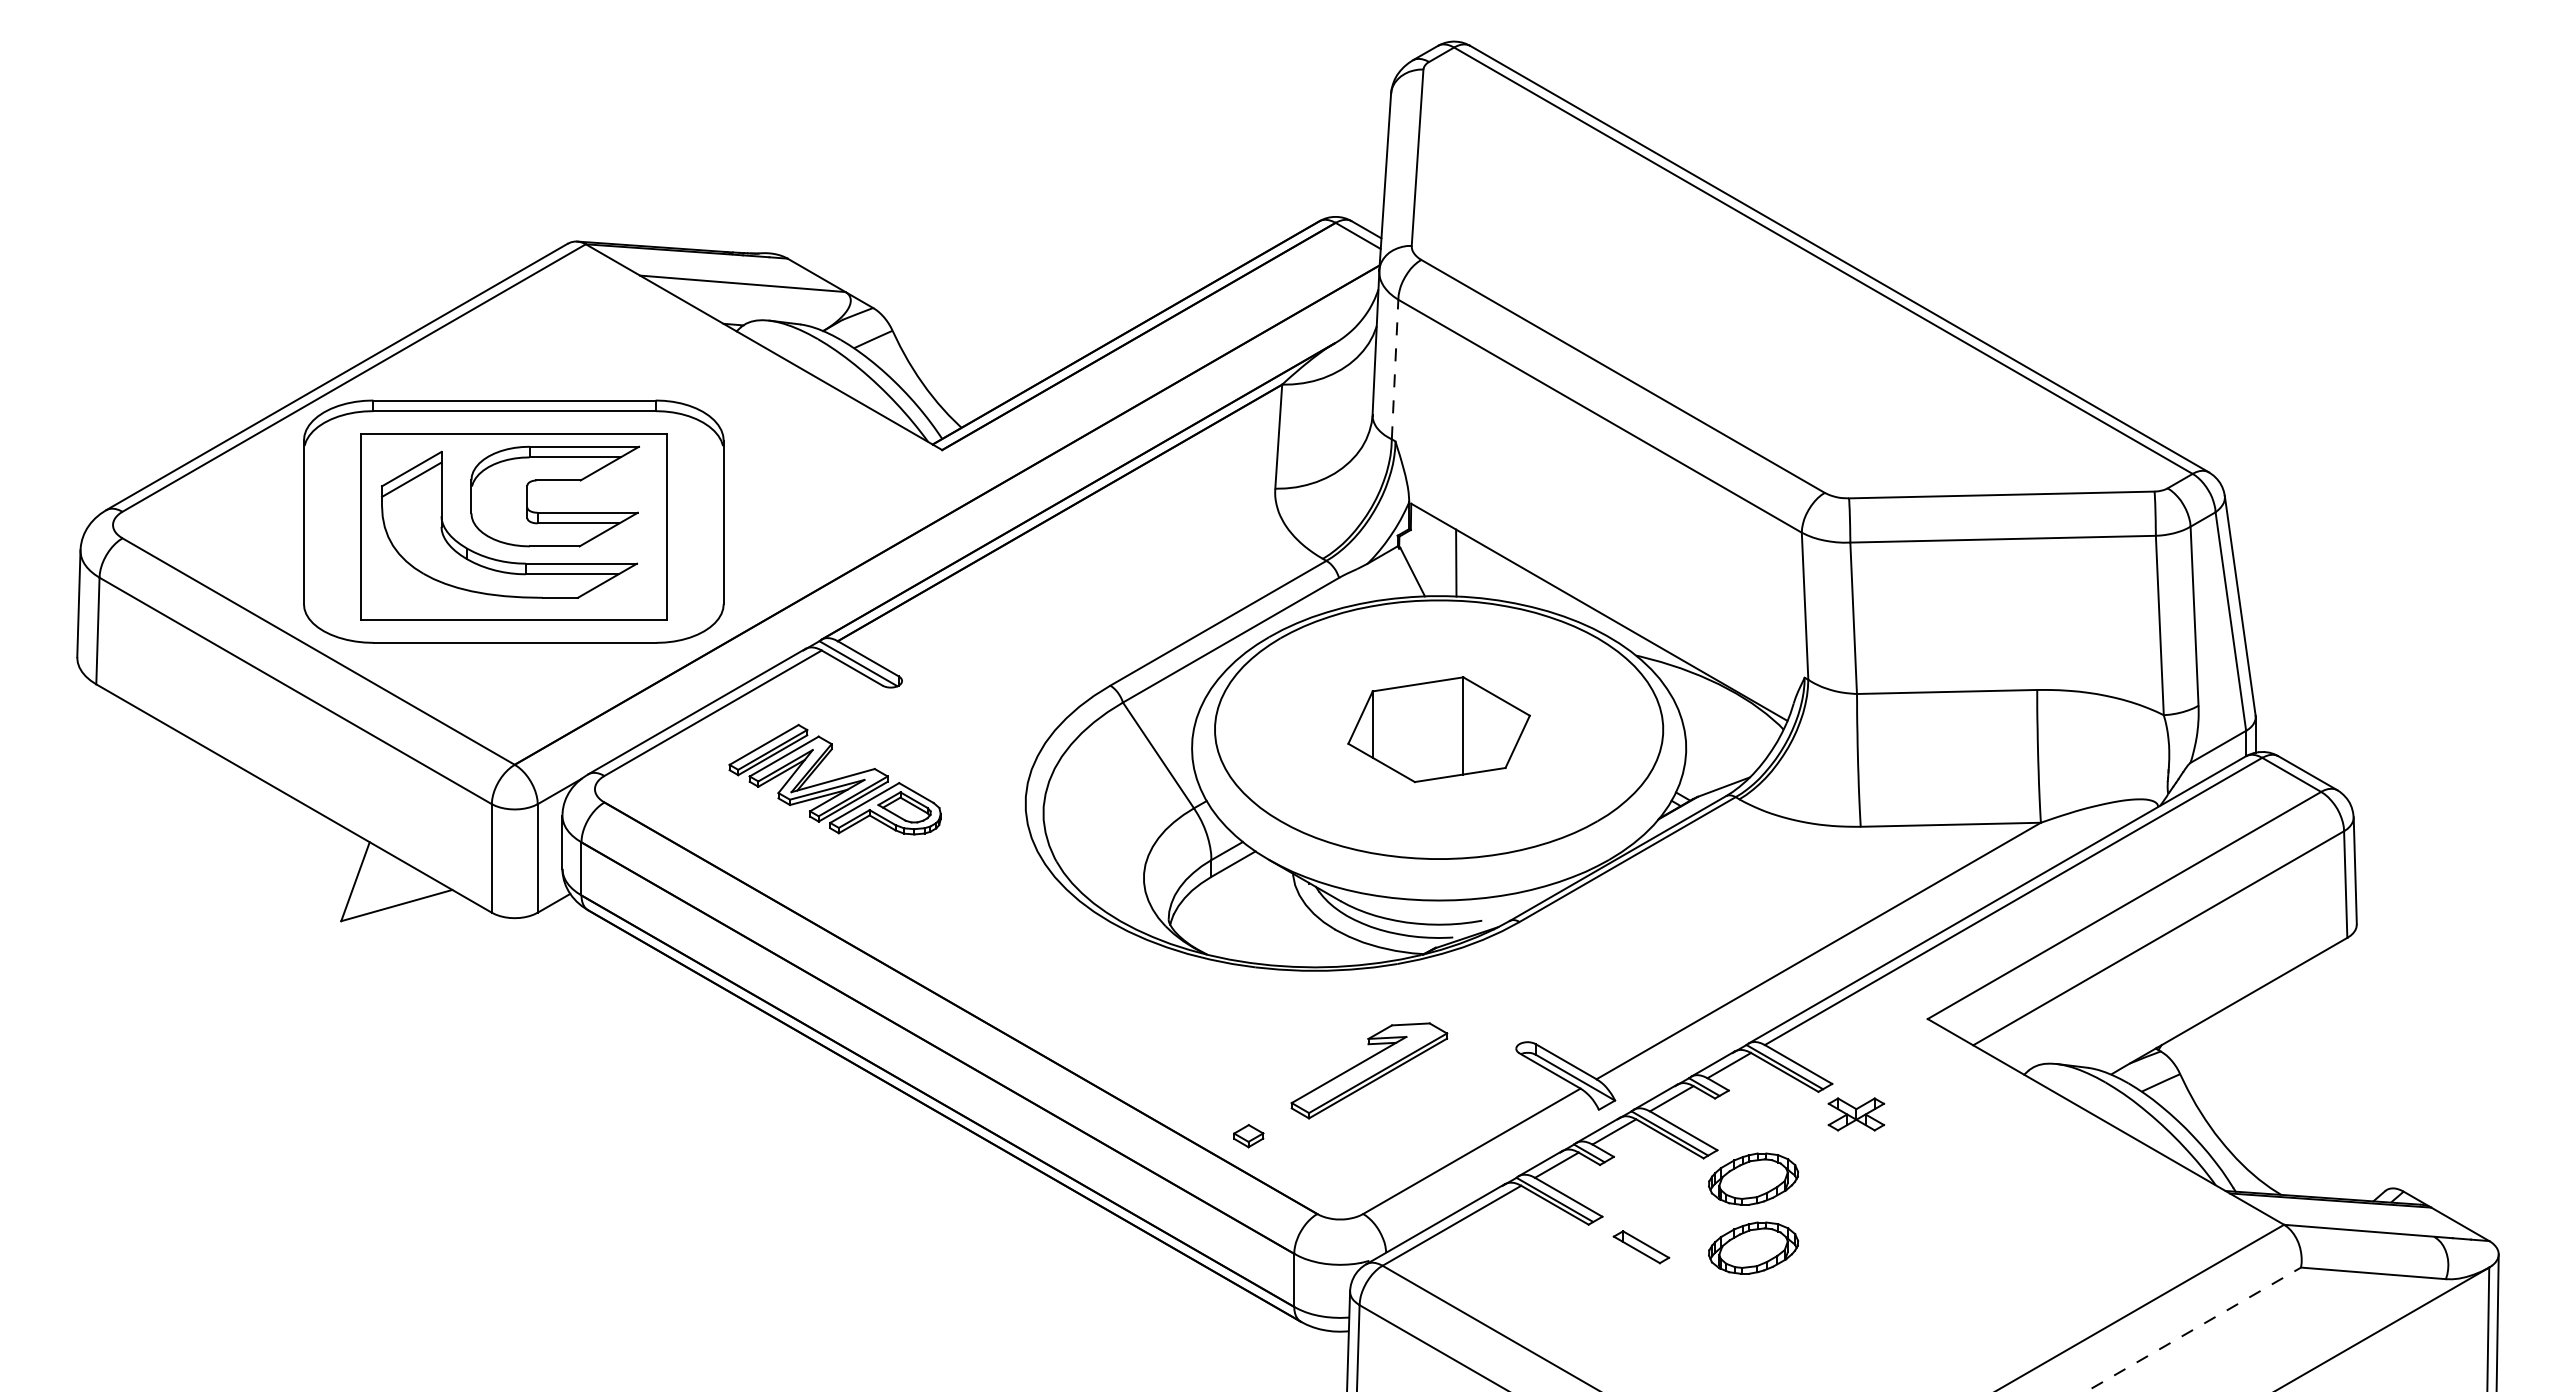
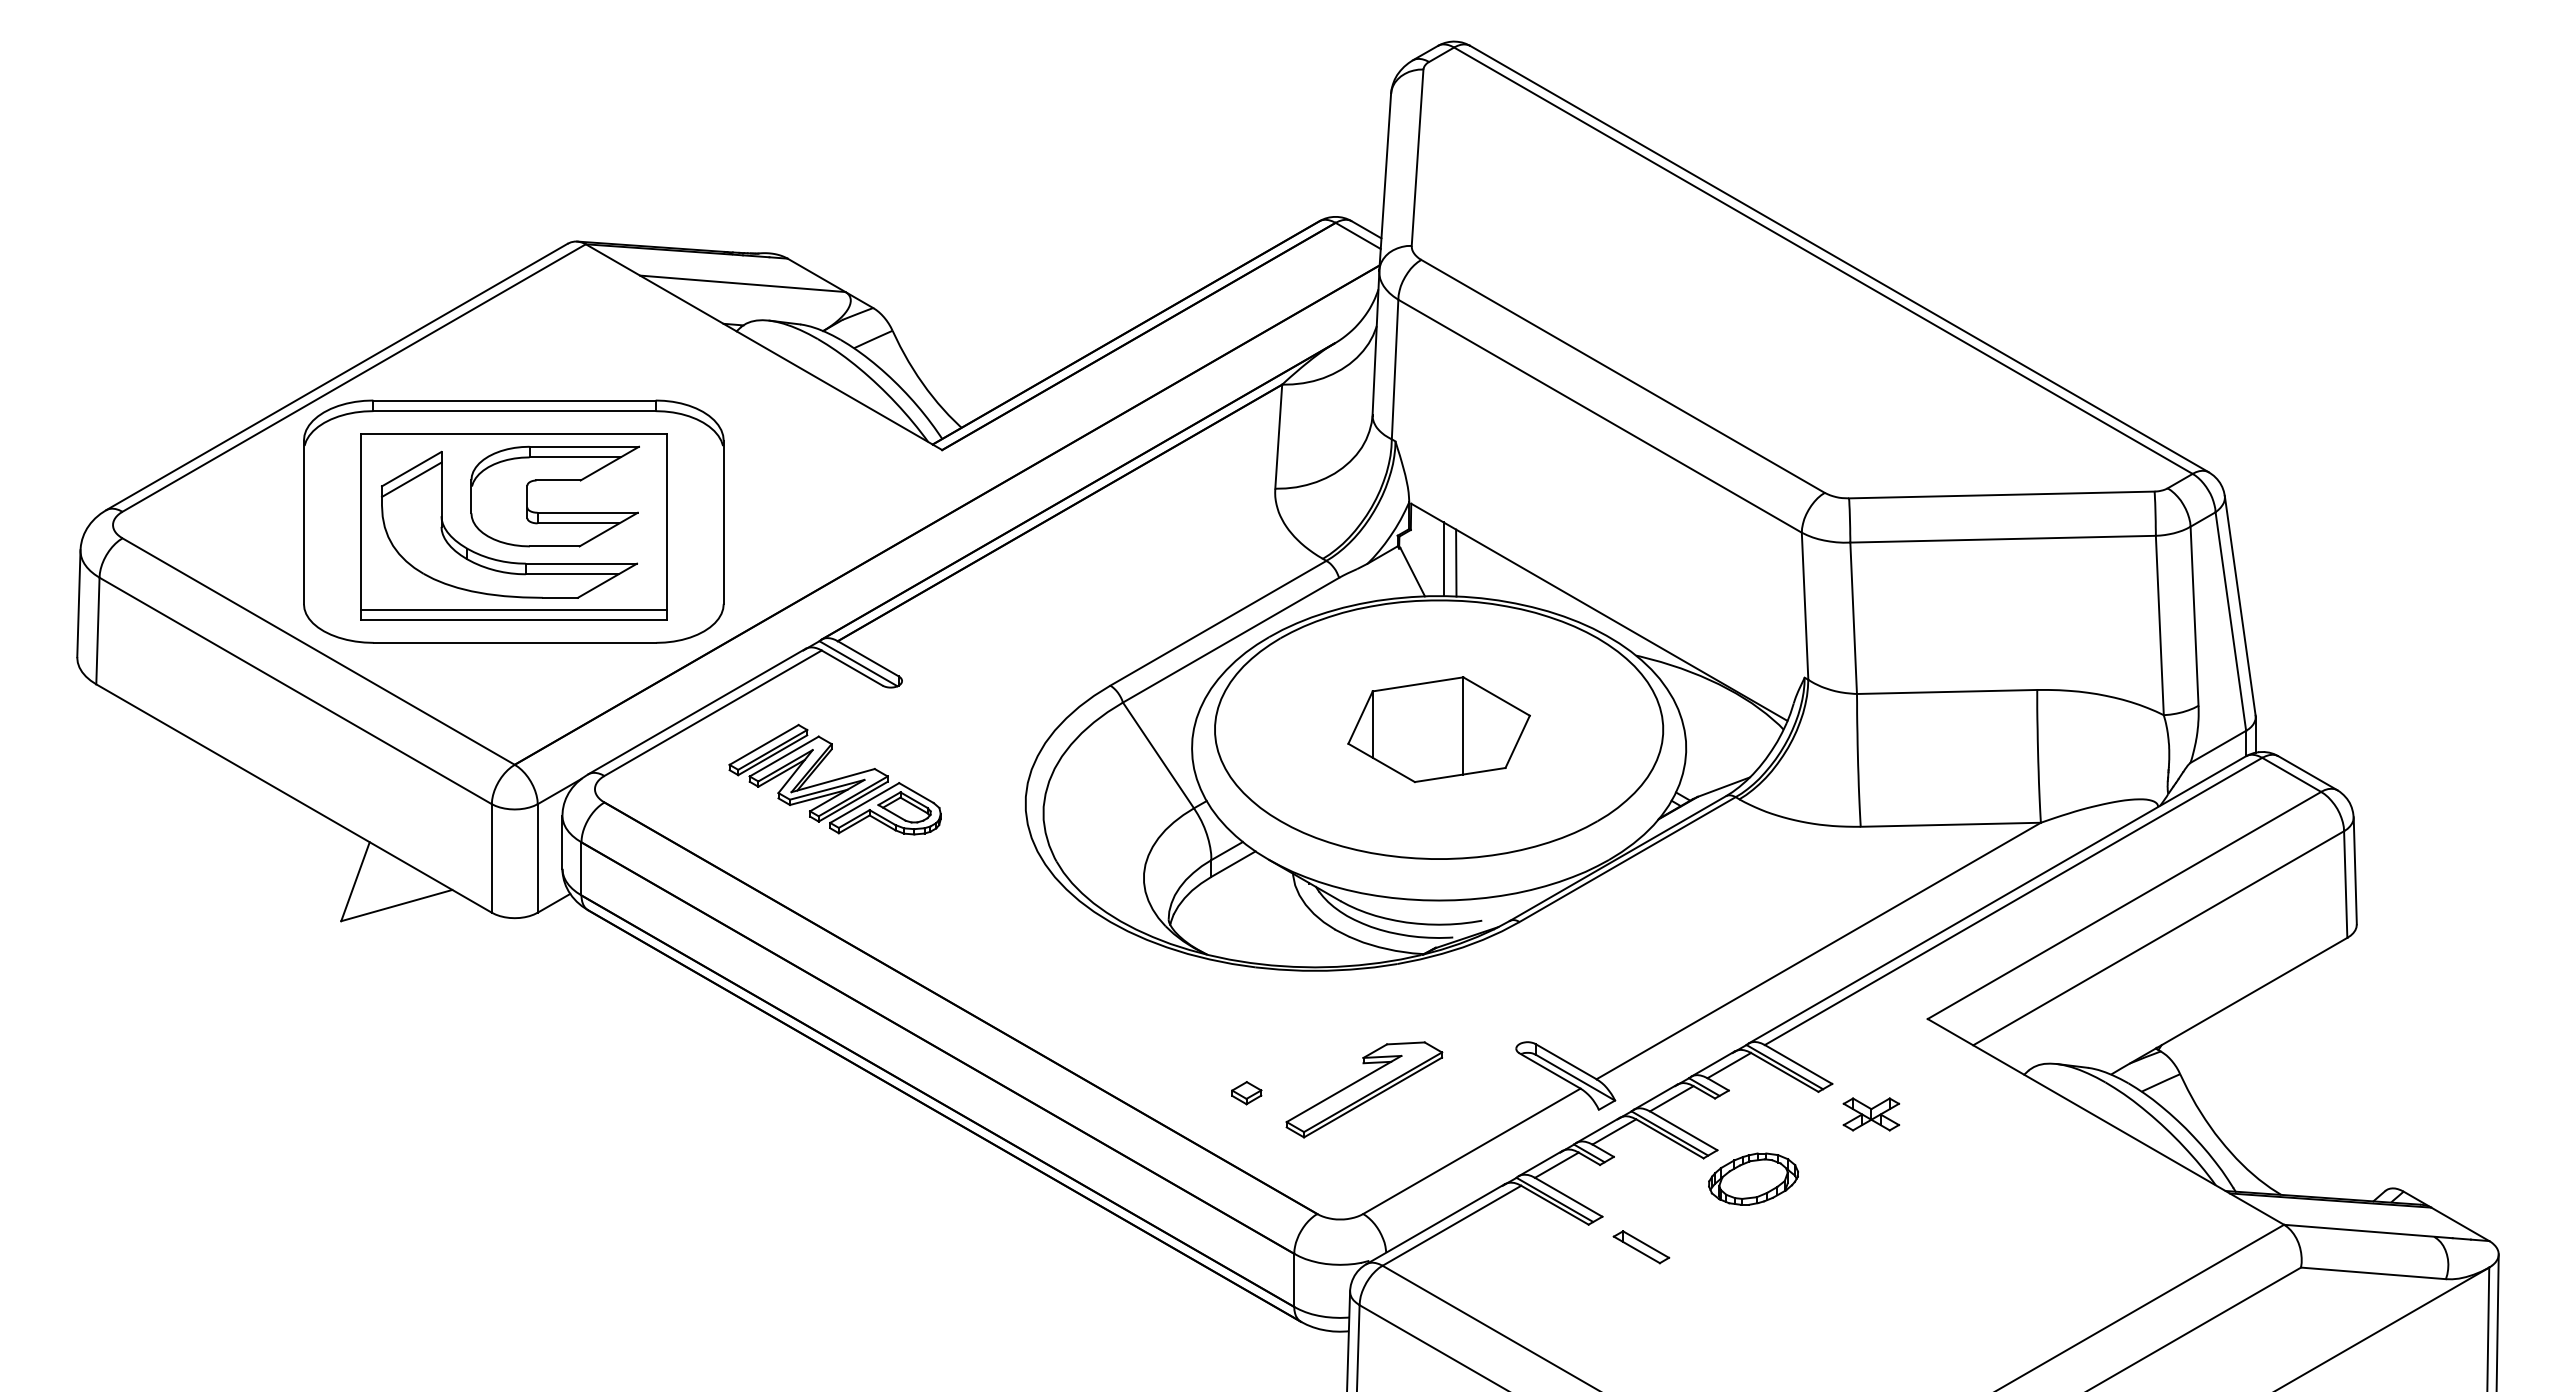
line at (1395, 369): dashed -> solid
line at (1443, 559): none -> present
line at (513, 609): none -> present
part at (1369, 1070) position: (1369, 1070) -> (1364, 1089)
part at (1856, 1114) position: (1856, 1114) -> (1871, 1114)
part at (1248, 1136) position: (1248, 1136) -> (1246, 1093)
part at (1753, 1247): present -> none
line at (2193, 1329): dashed -> solid
